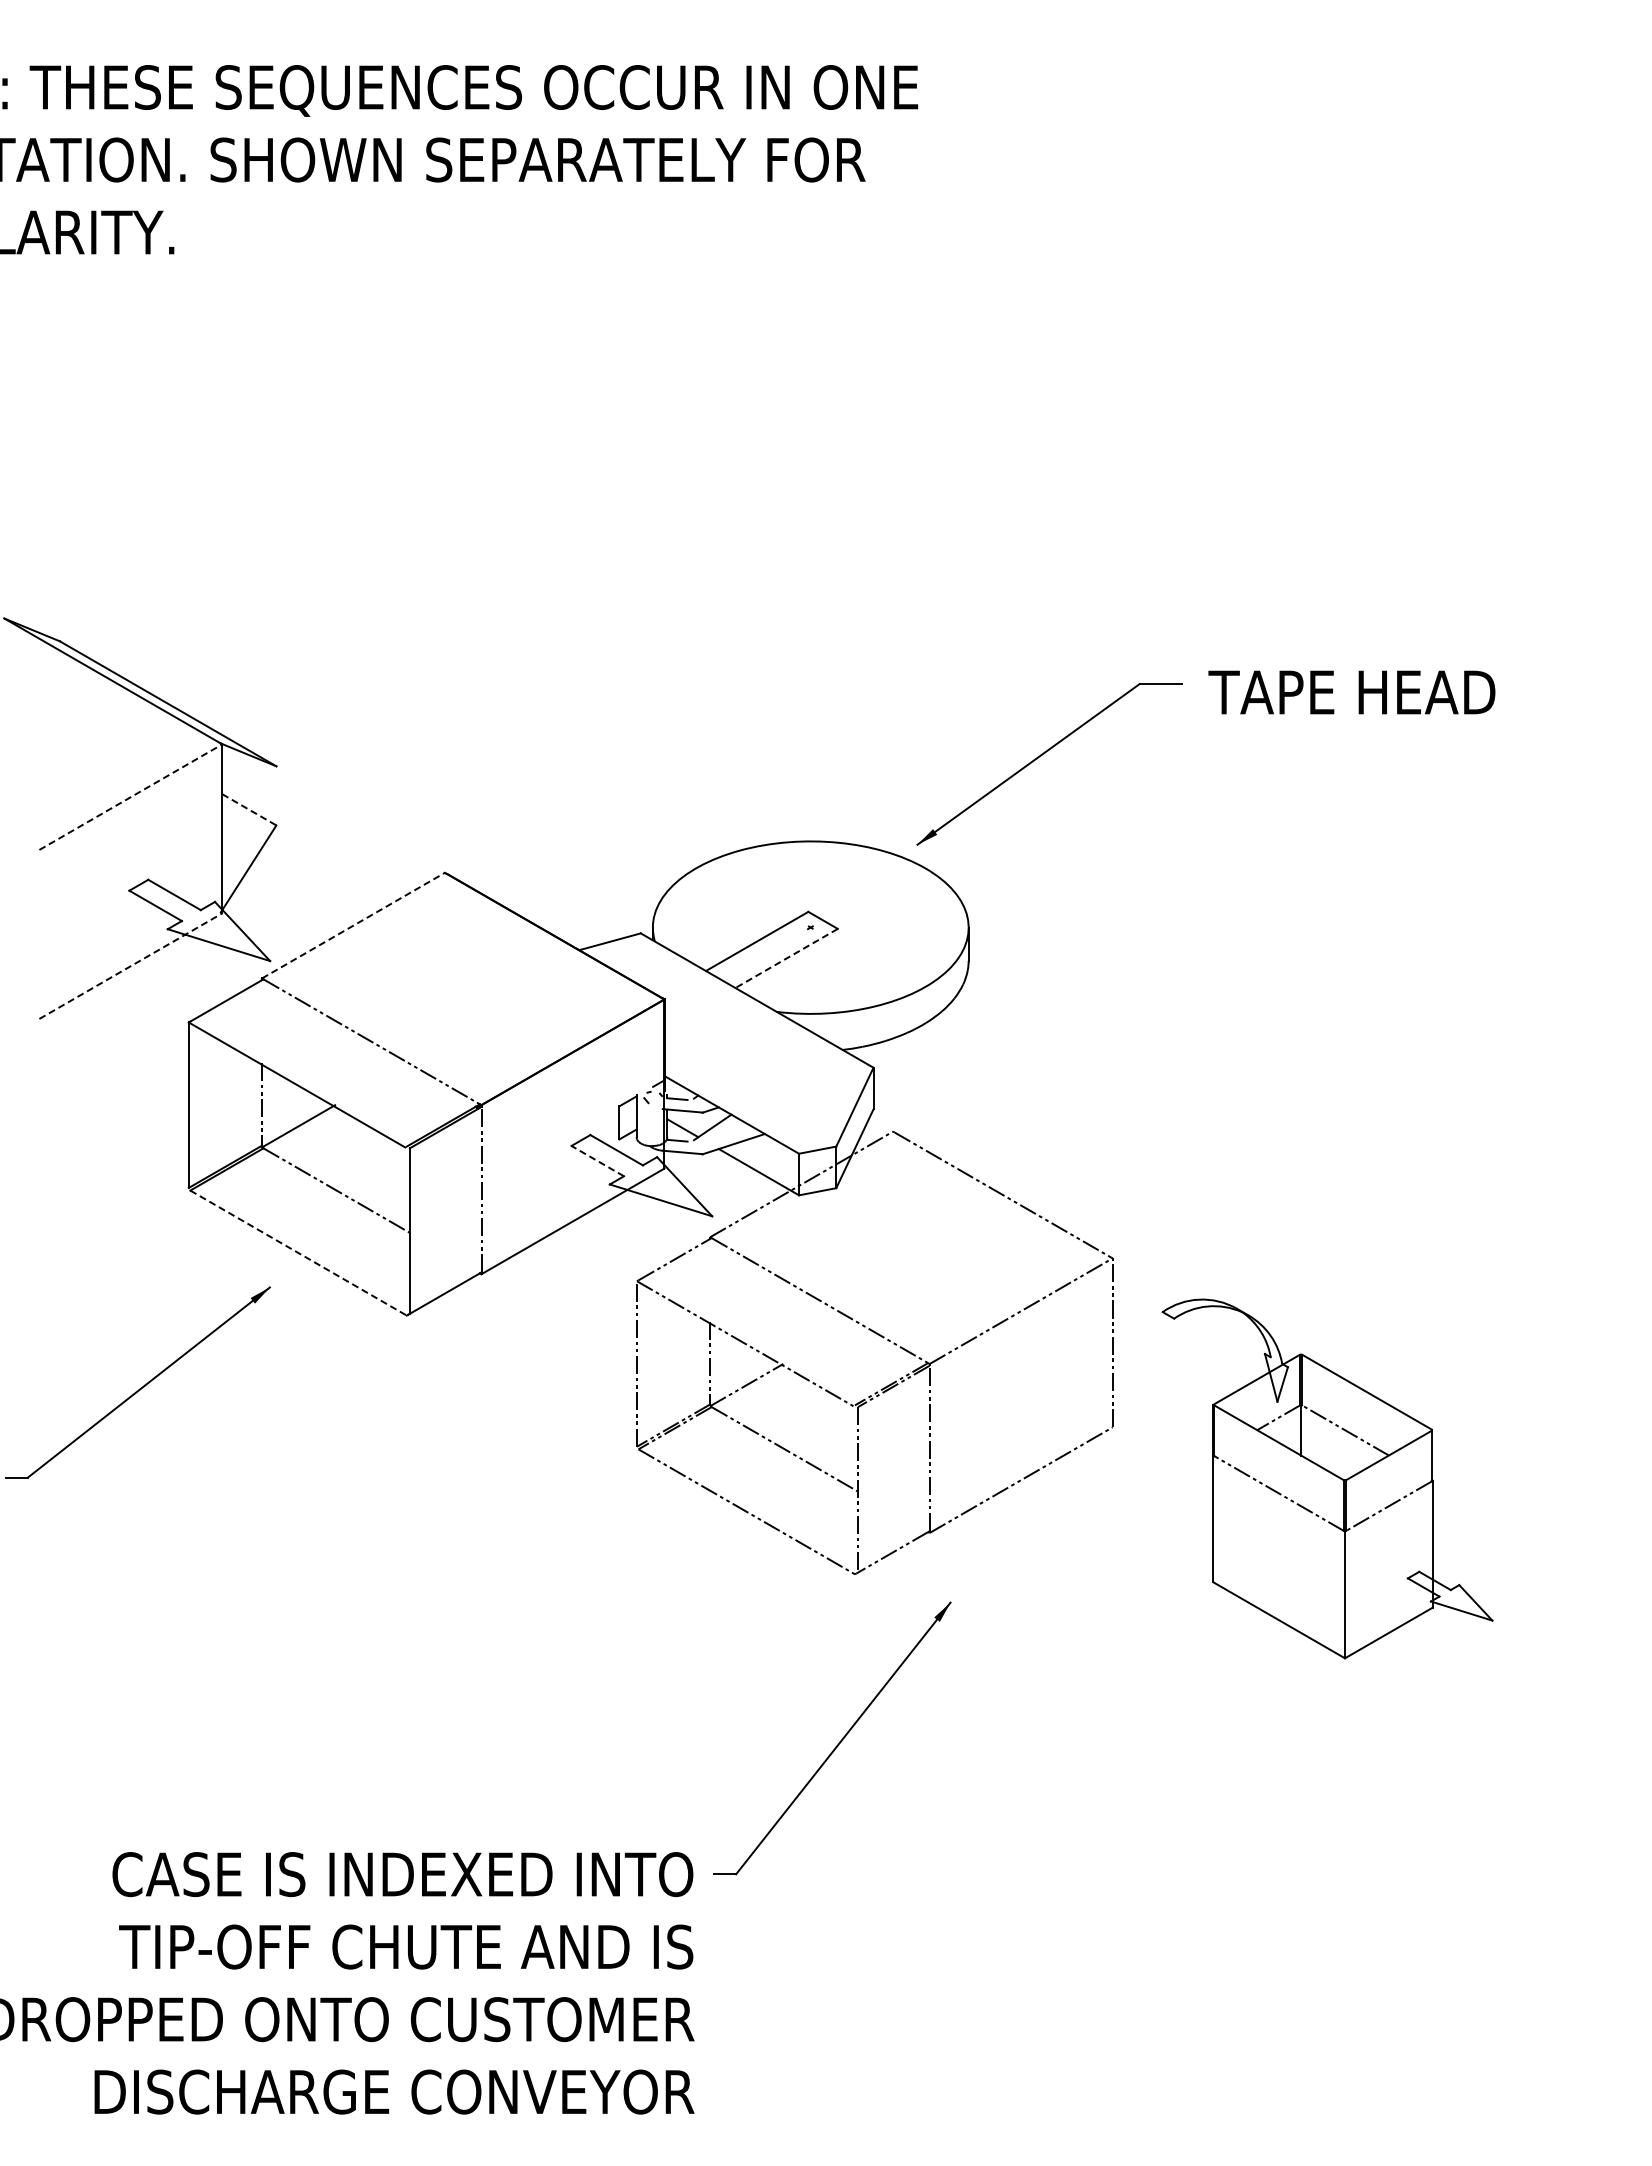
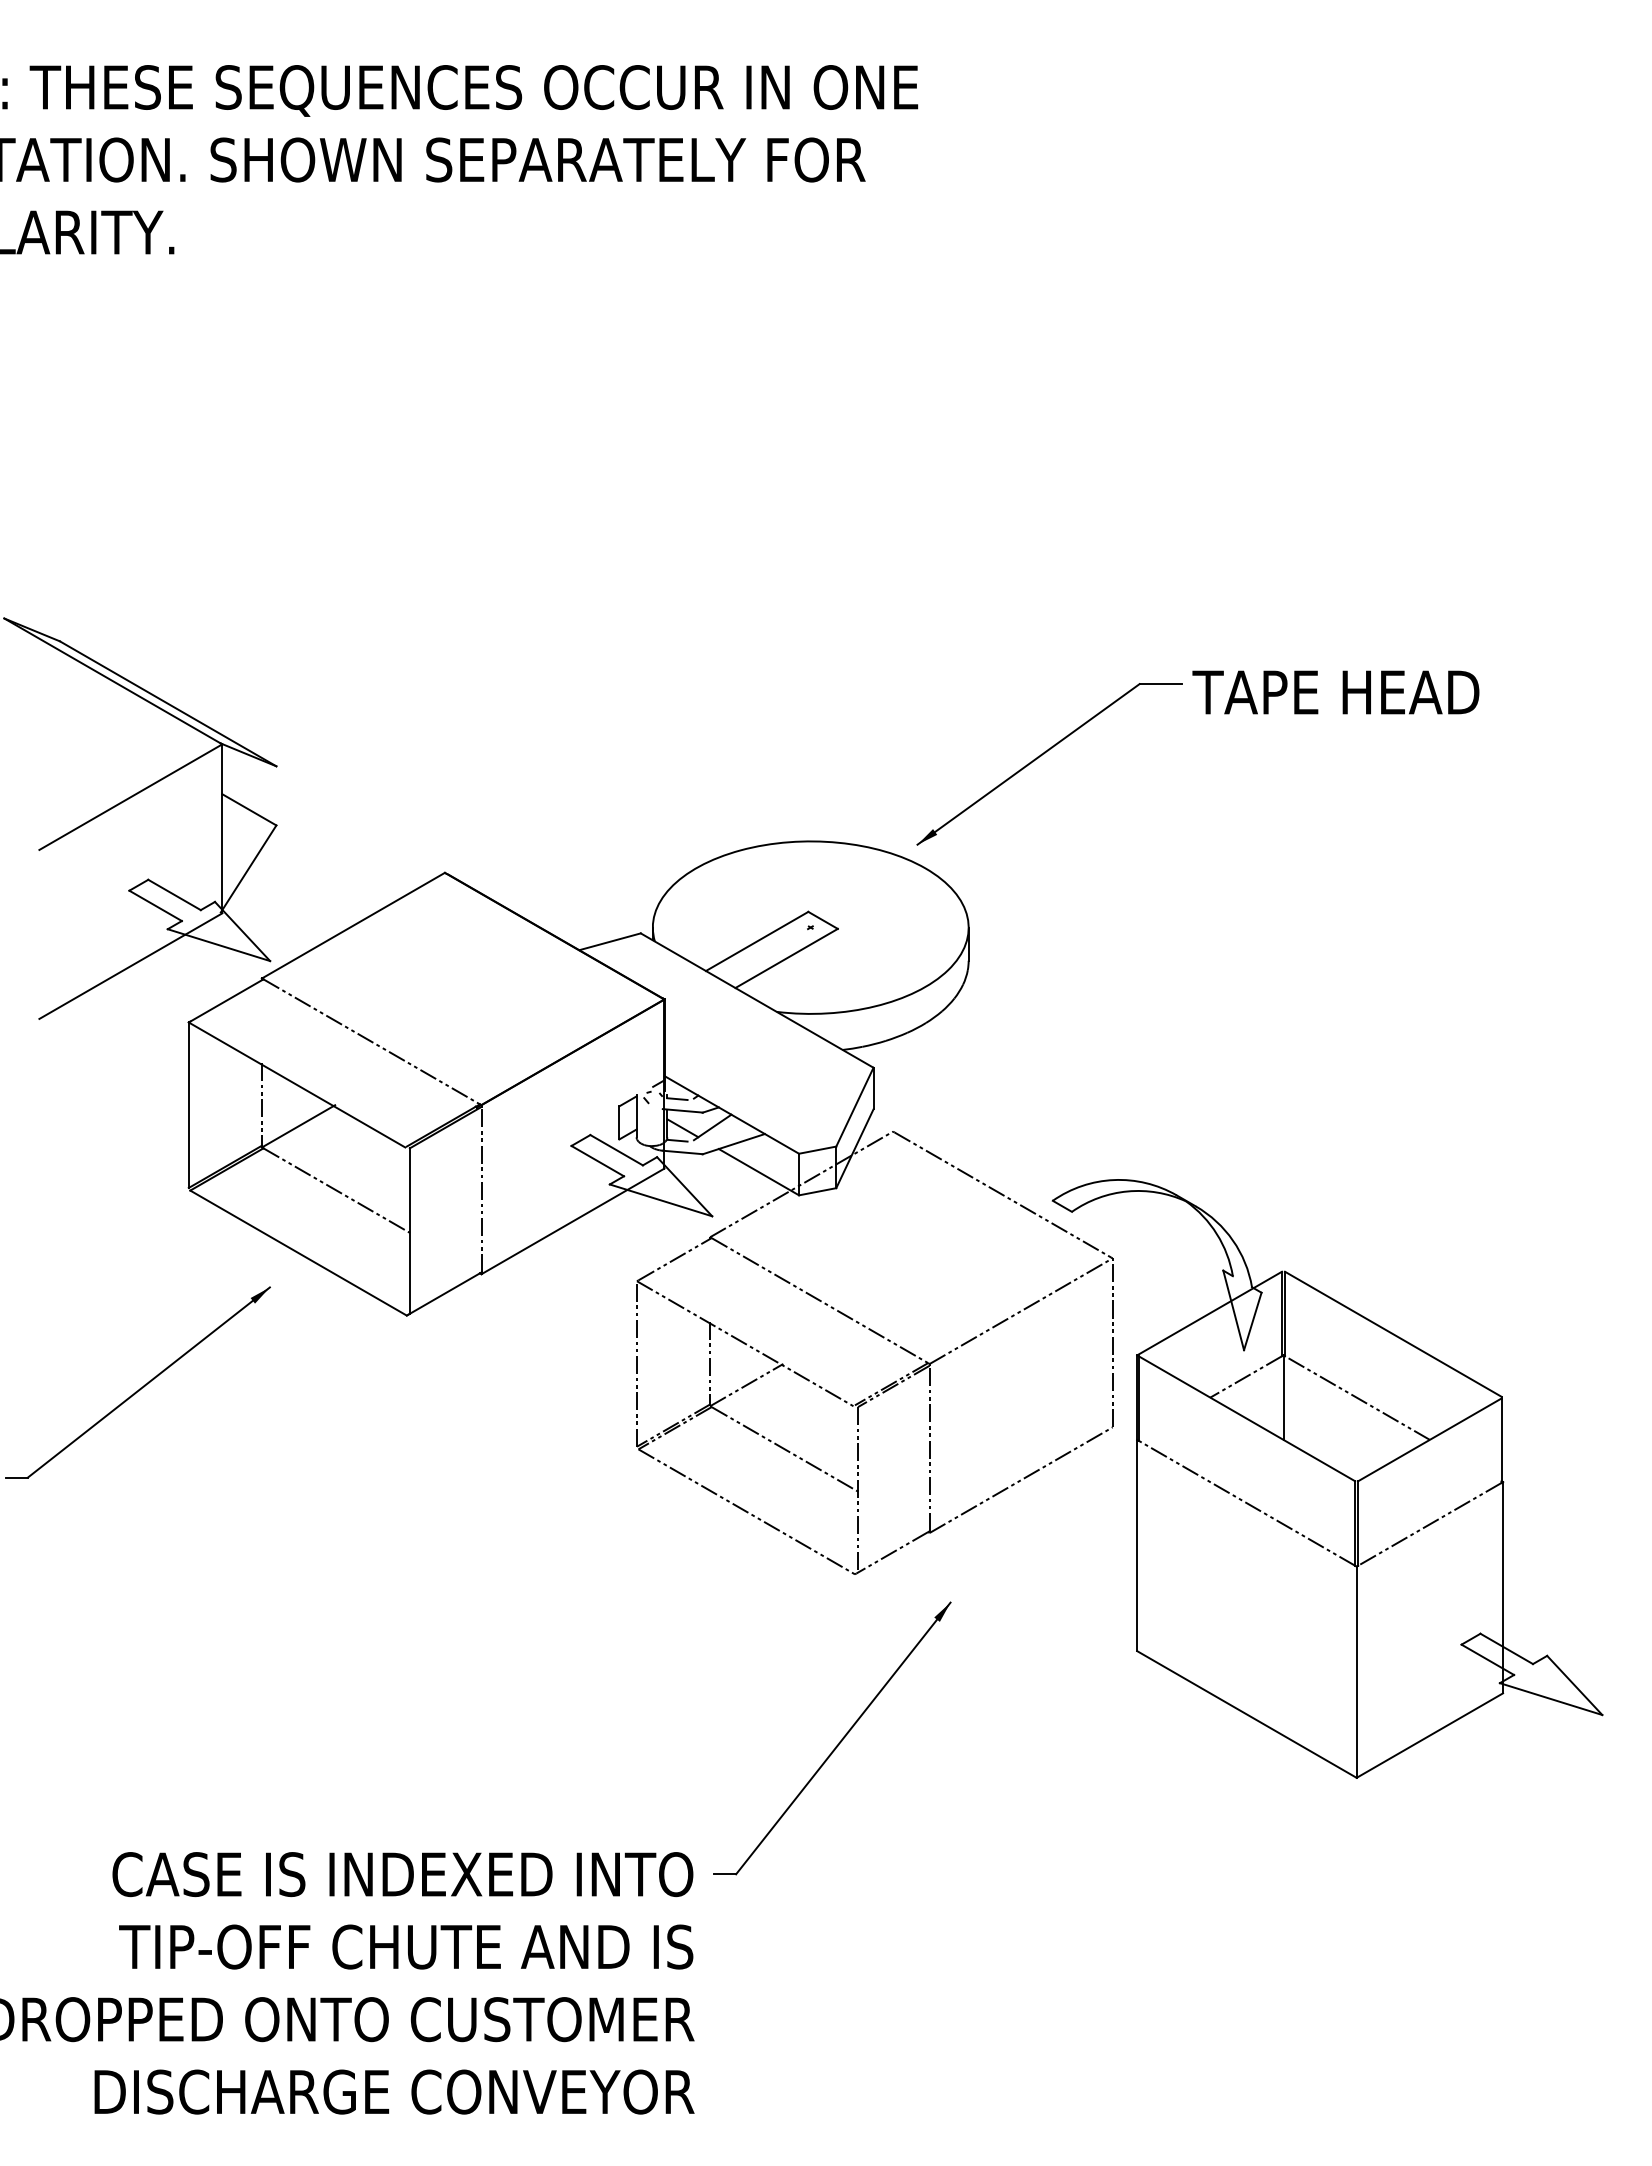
text at (1351, 692) position: (1351, 692) -> (1335, 692)
line at (130, 797): dashed -> solid
line at (249, 810): dashed -> solid
line at (353, 925): dashed -> solid
line at (786, 958): dashed -> solid
line at (130, 966): dashed -> solid
line at (597, 1160): dashed -> solid
line at (298, 1253): dashed -> solid
part at (1327, 1478) size: 333x362 px -> 553x600 px
